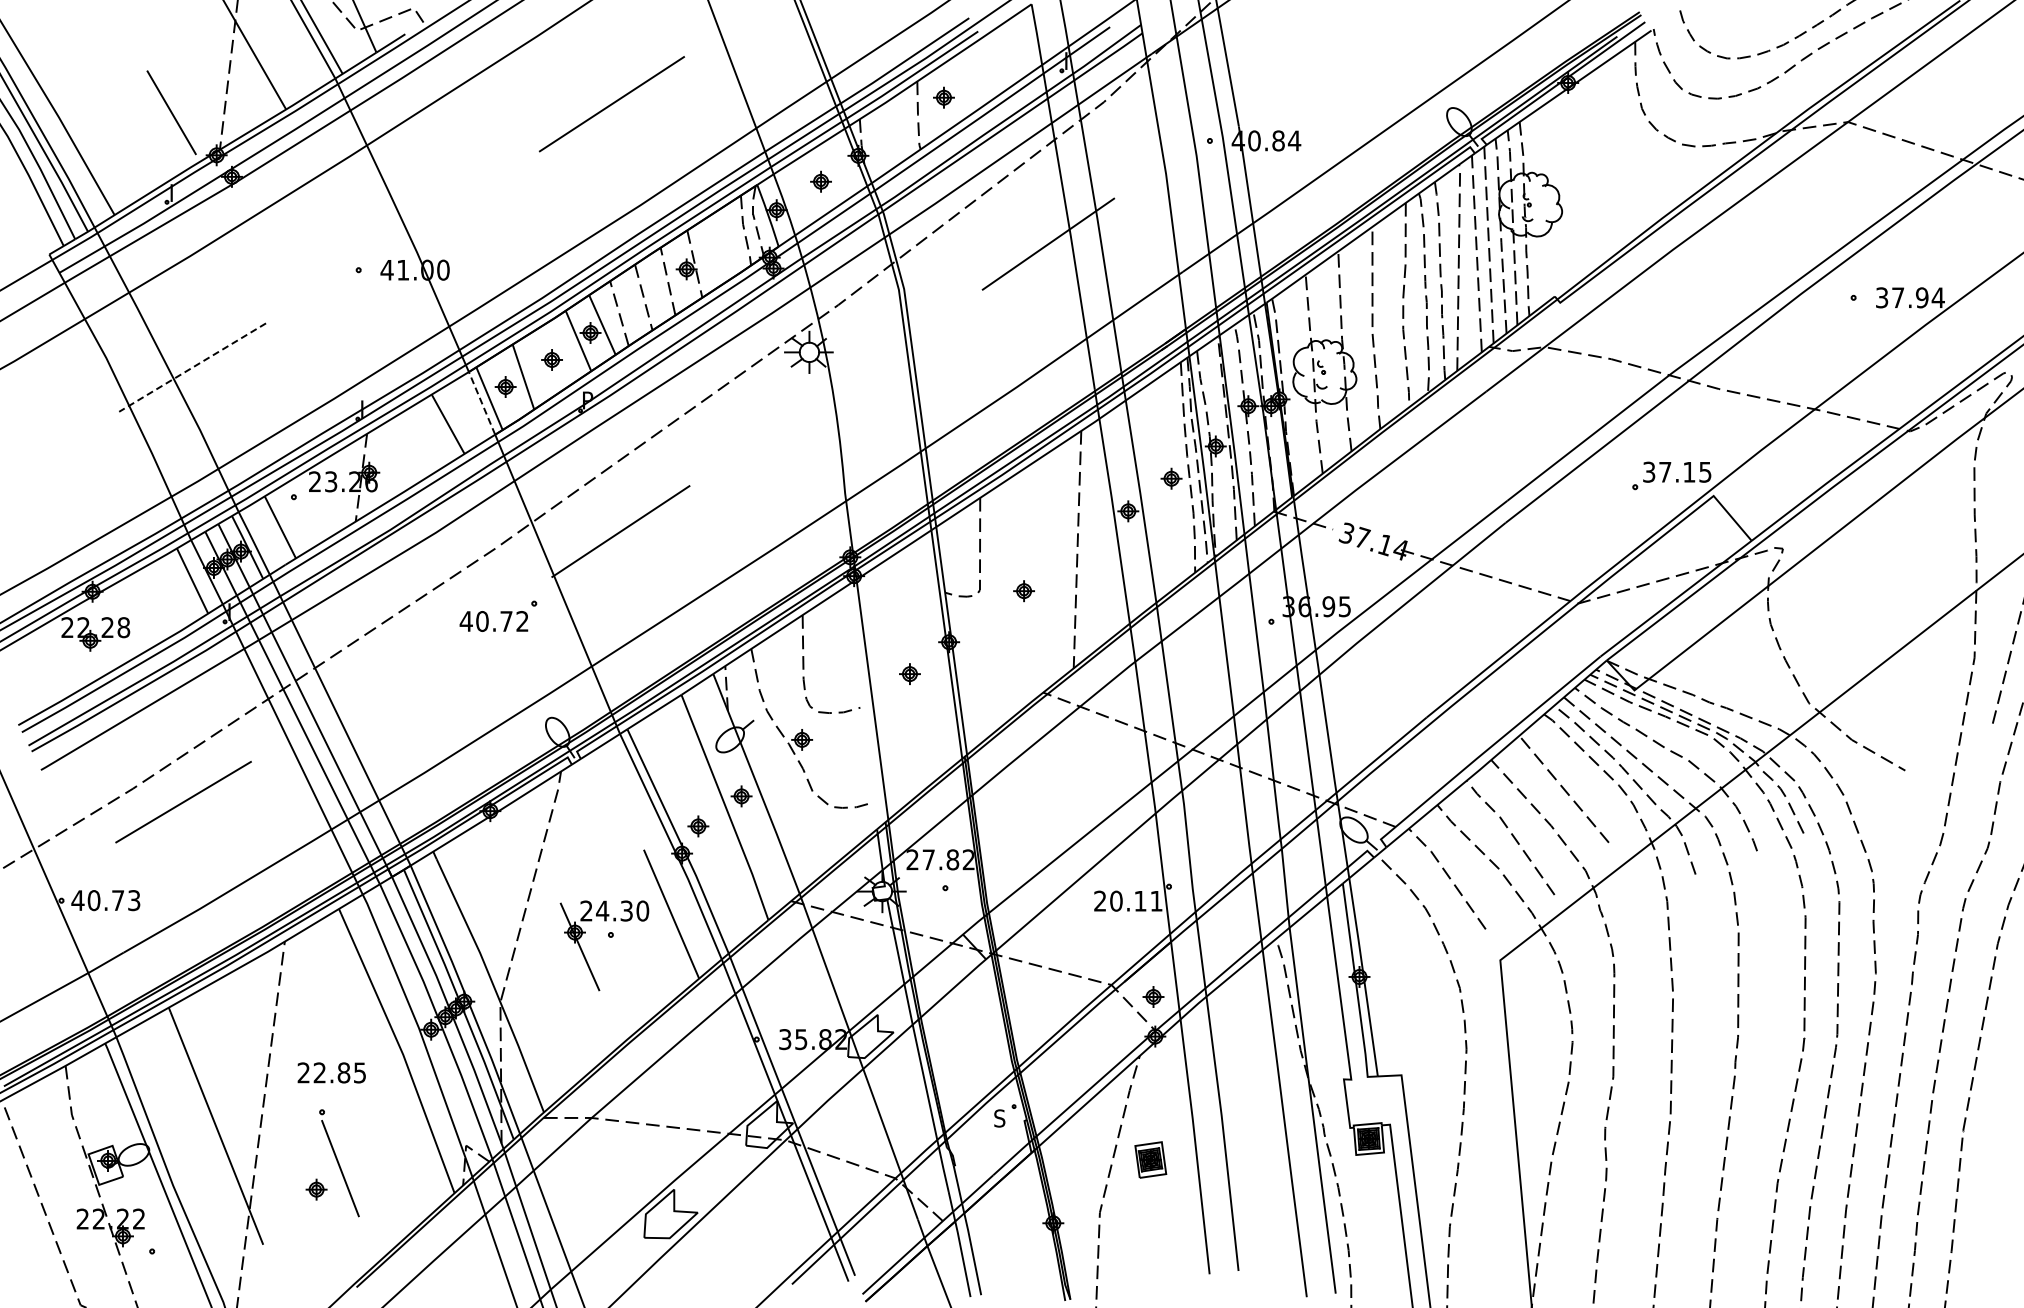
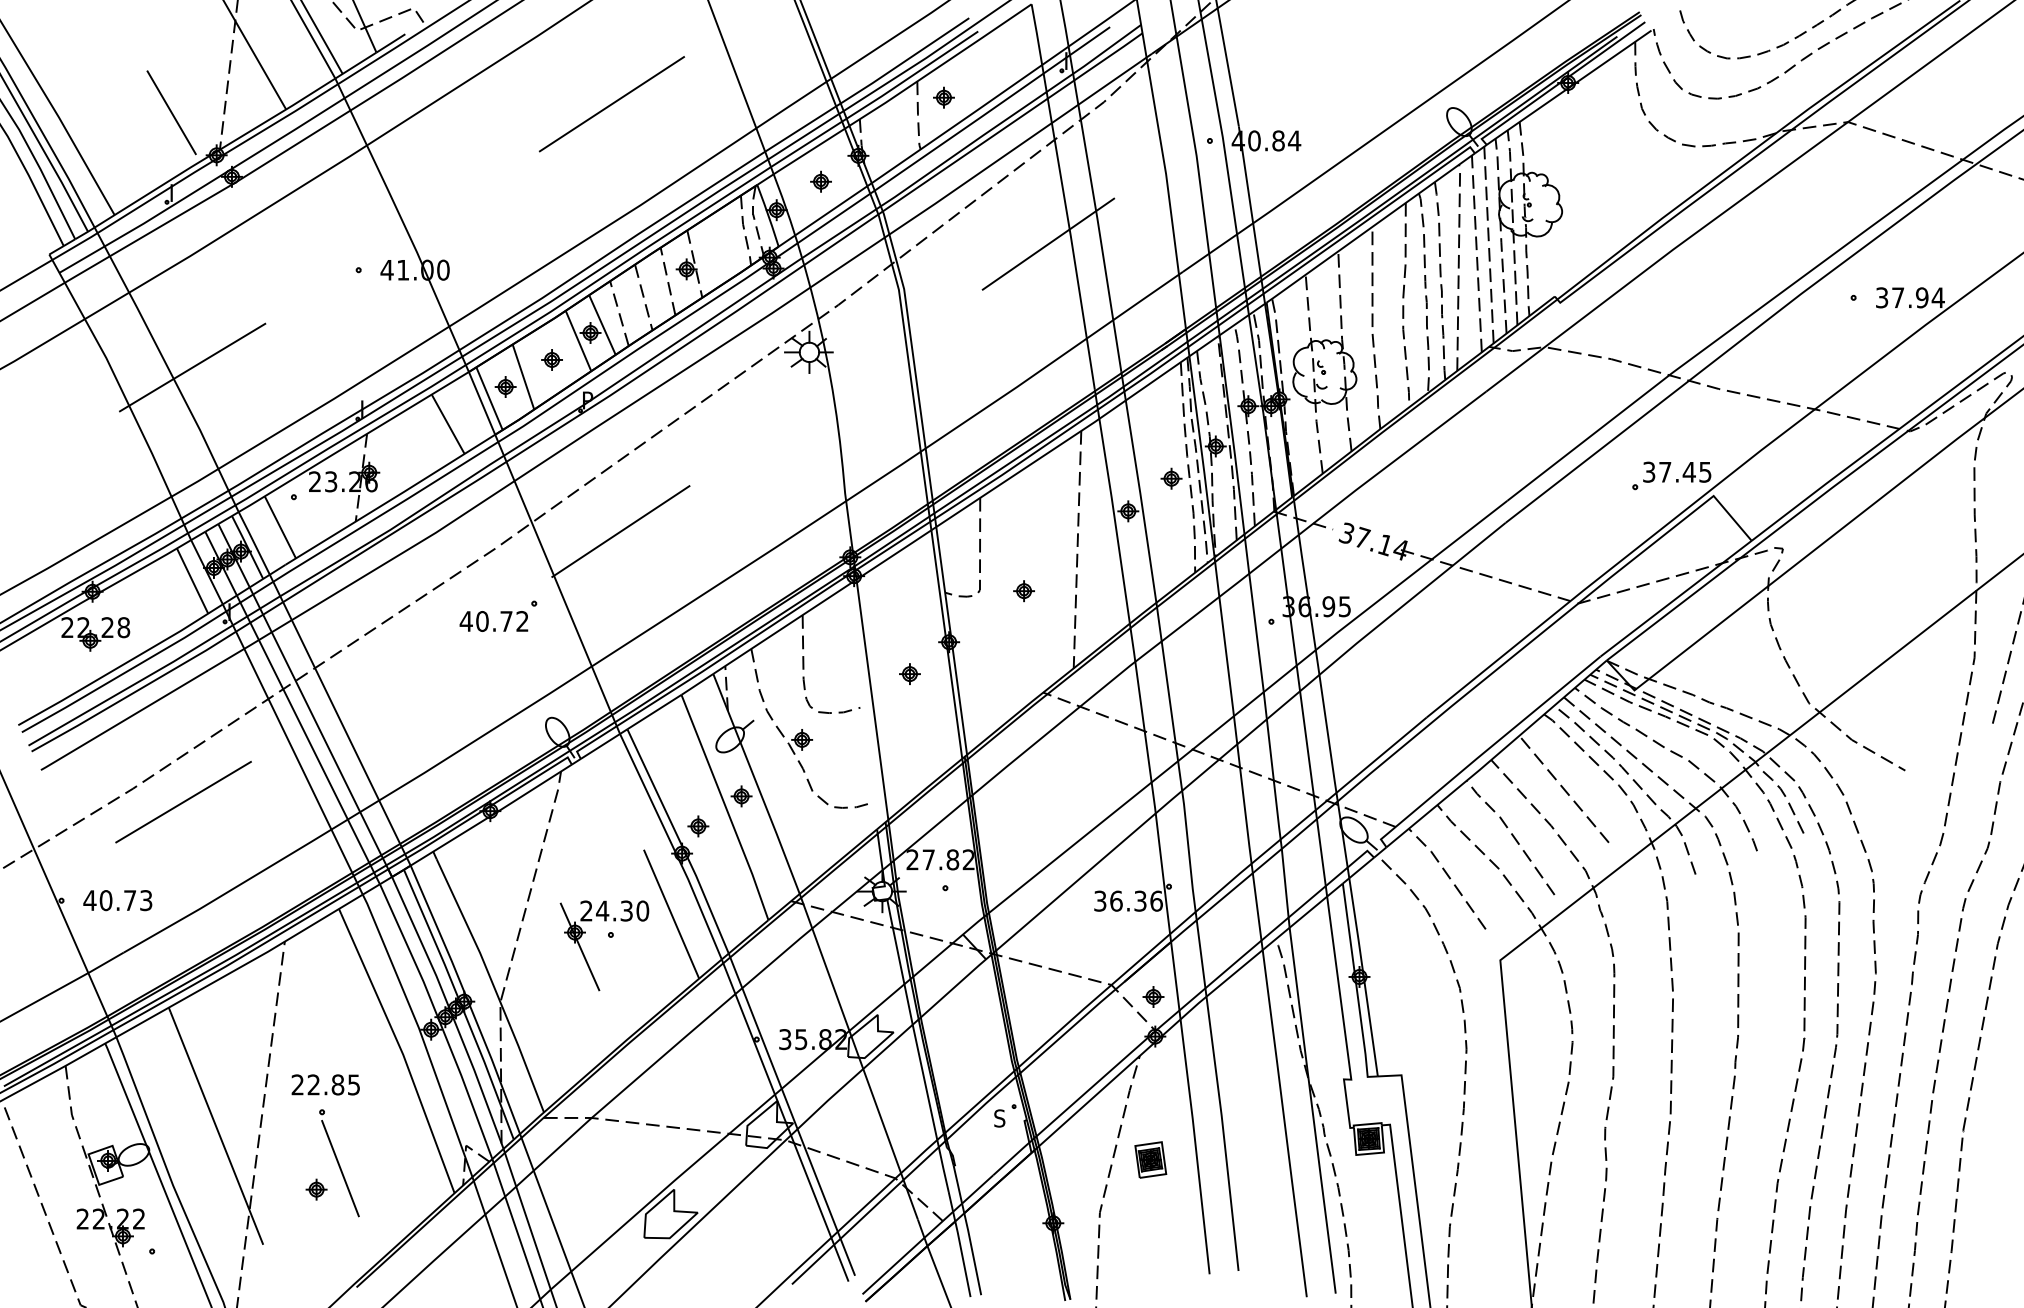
line at (192, 367): dashed -> solid
line at (482, 403): dashed -> solid
text at (1688, 472): 37.15 -> 37.45
text at (105, 900) position: (105, 900) -> (117, 900)
text at (1128, 900): 20.11 -> 36.36
text at (331, 1072) position: (331, 1072) -> (325, 1084)
